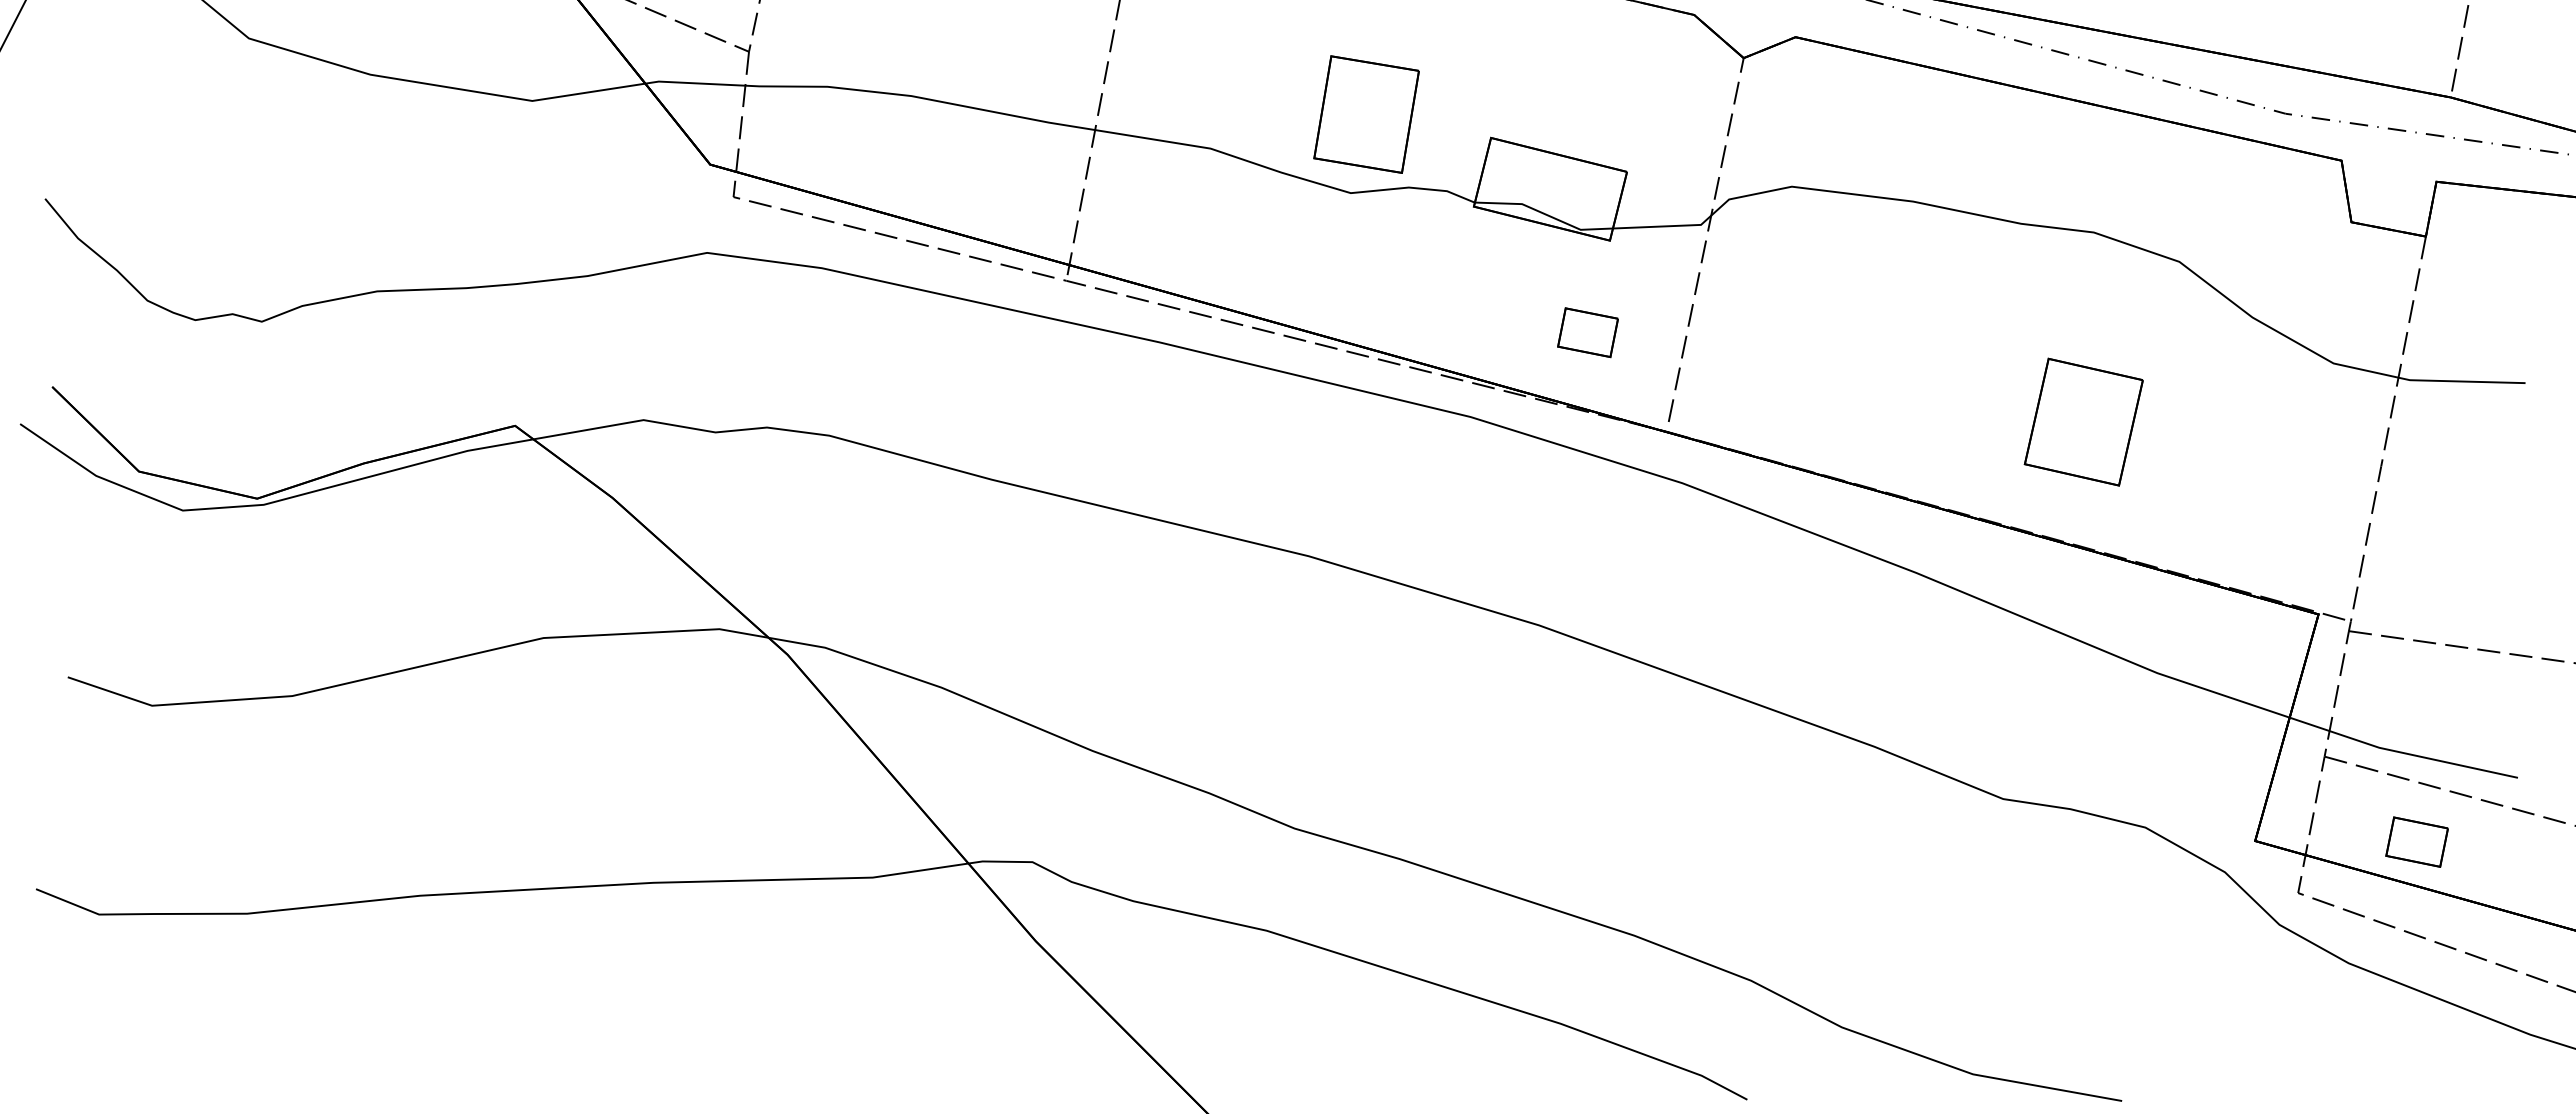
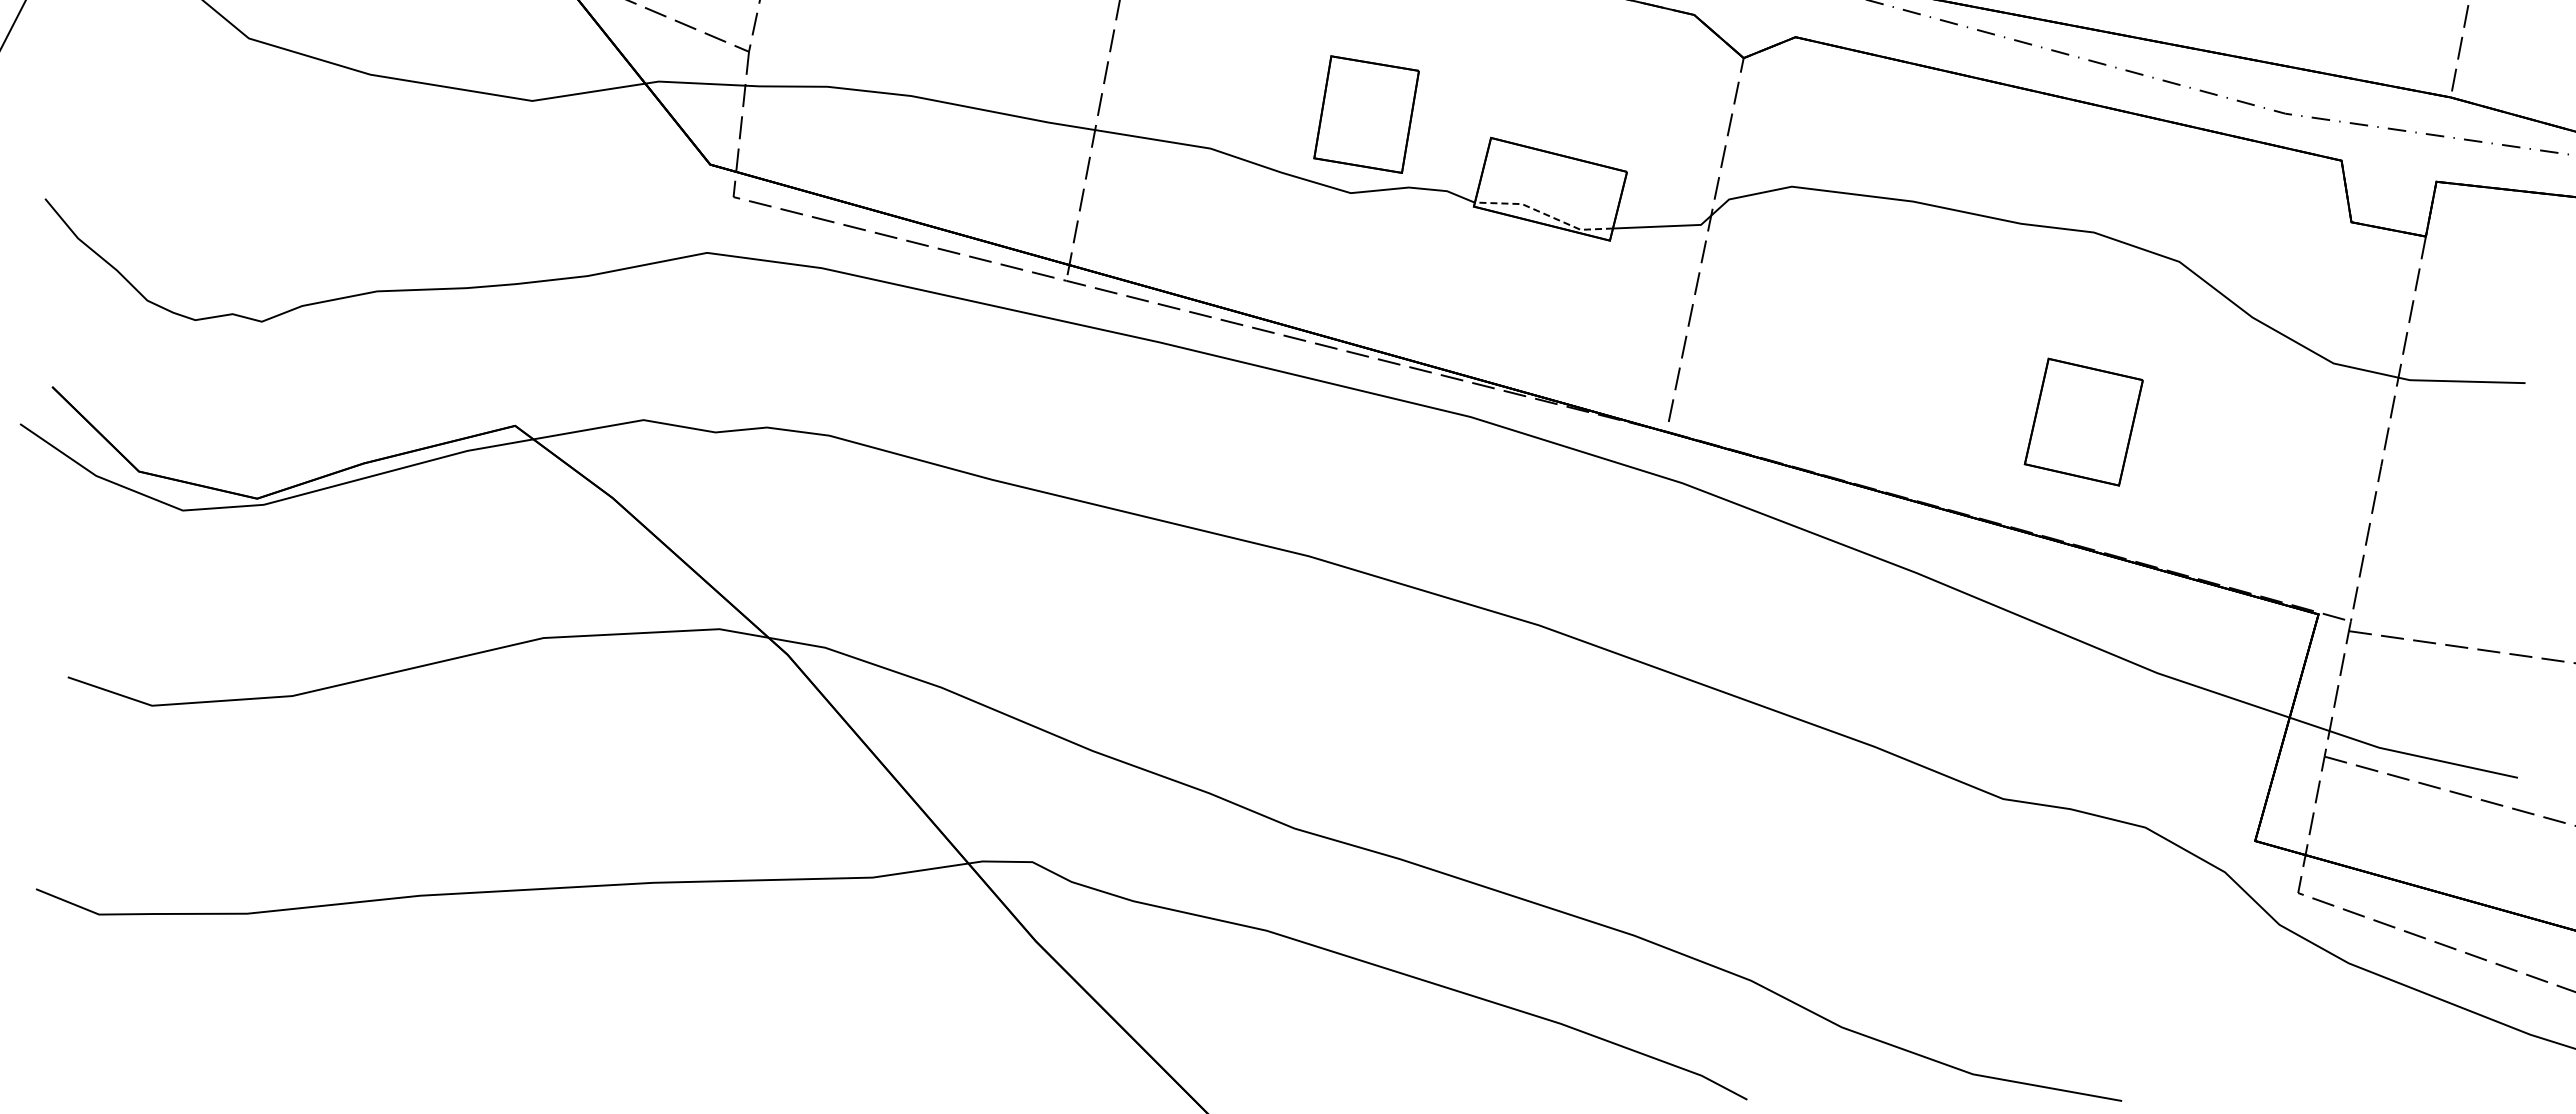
line at (1544, 213): solid -> dashed
part at (1587, 332): present -> none
part at (2416, 841): present -> none
